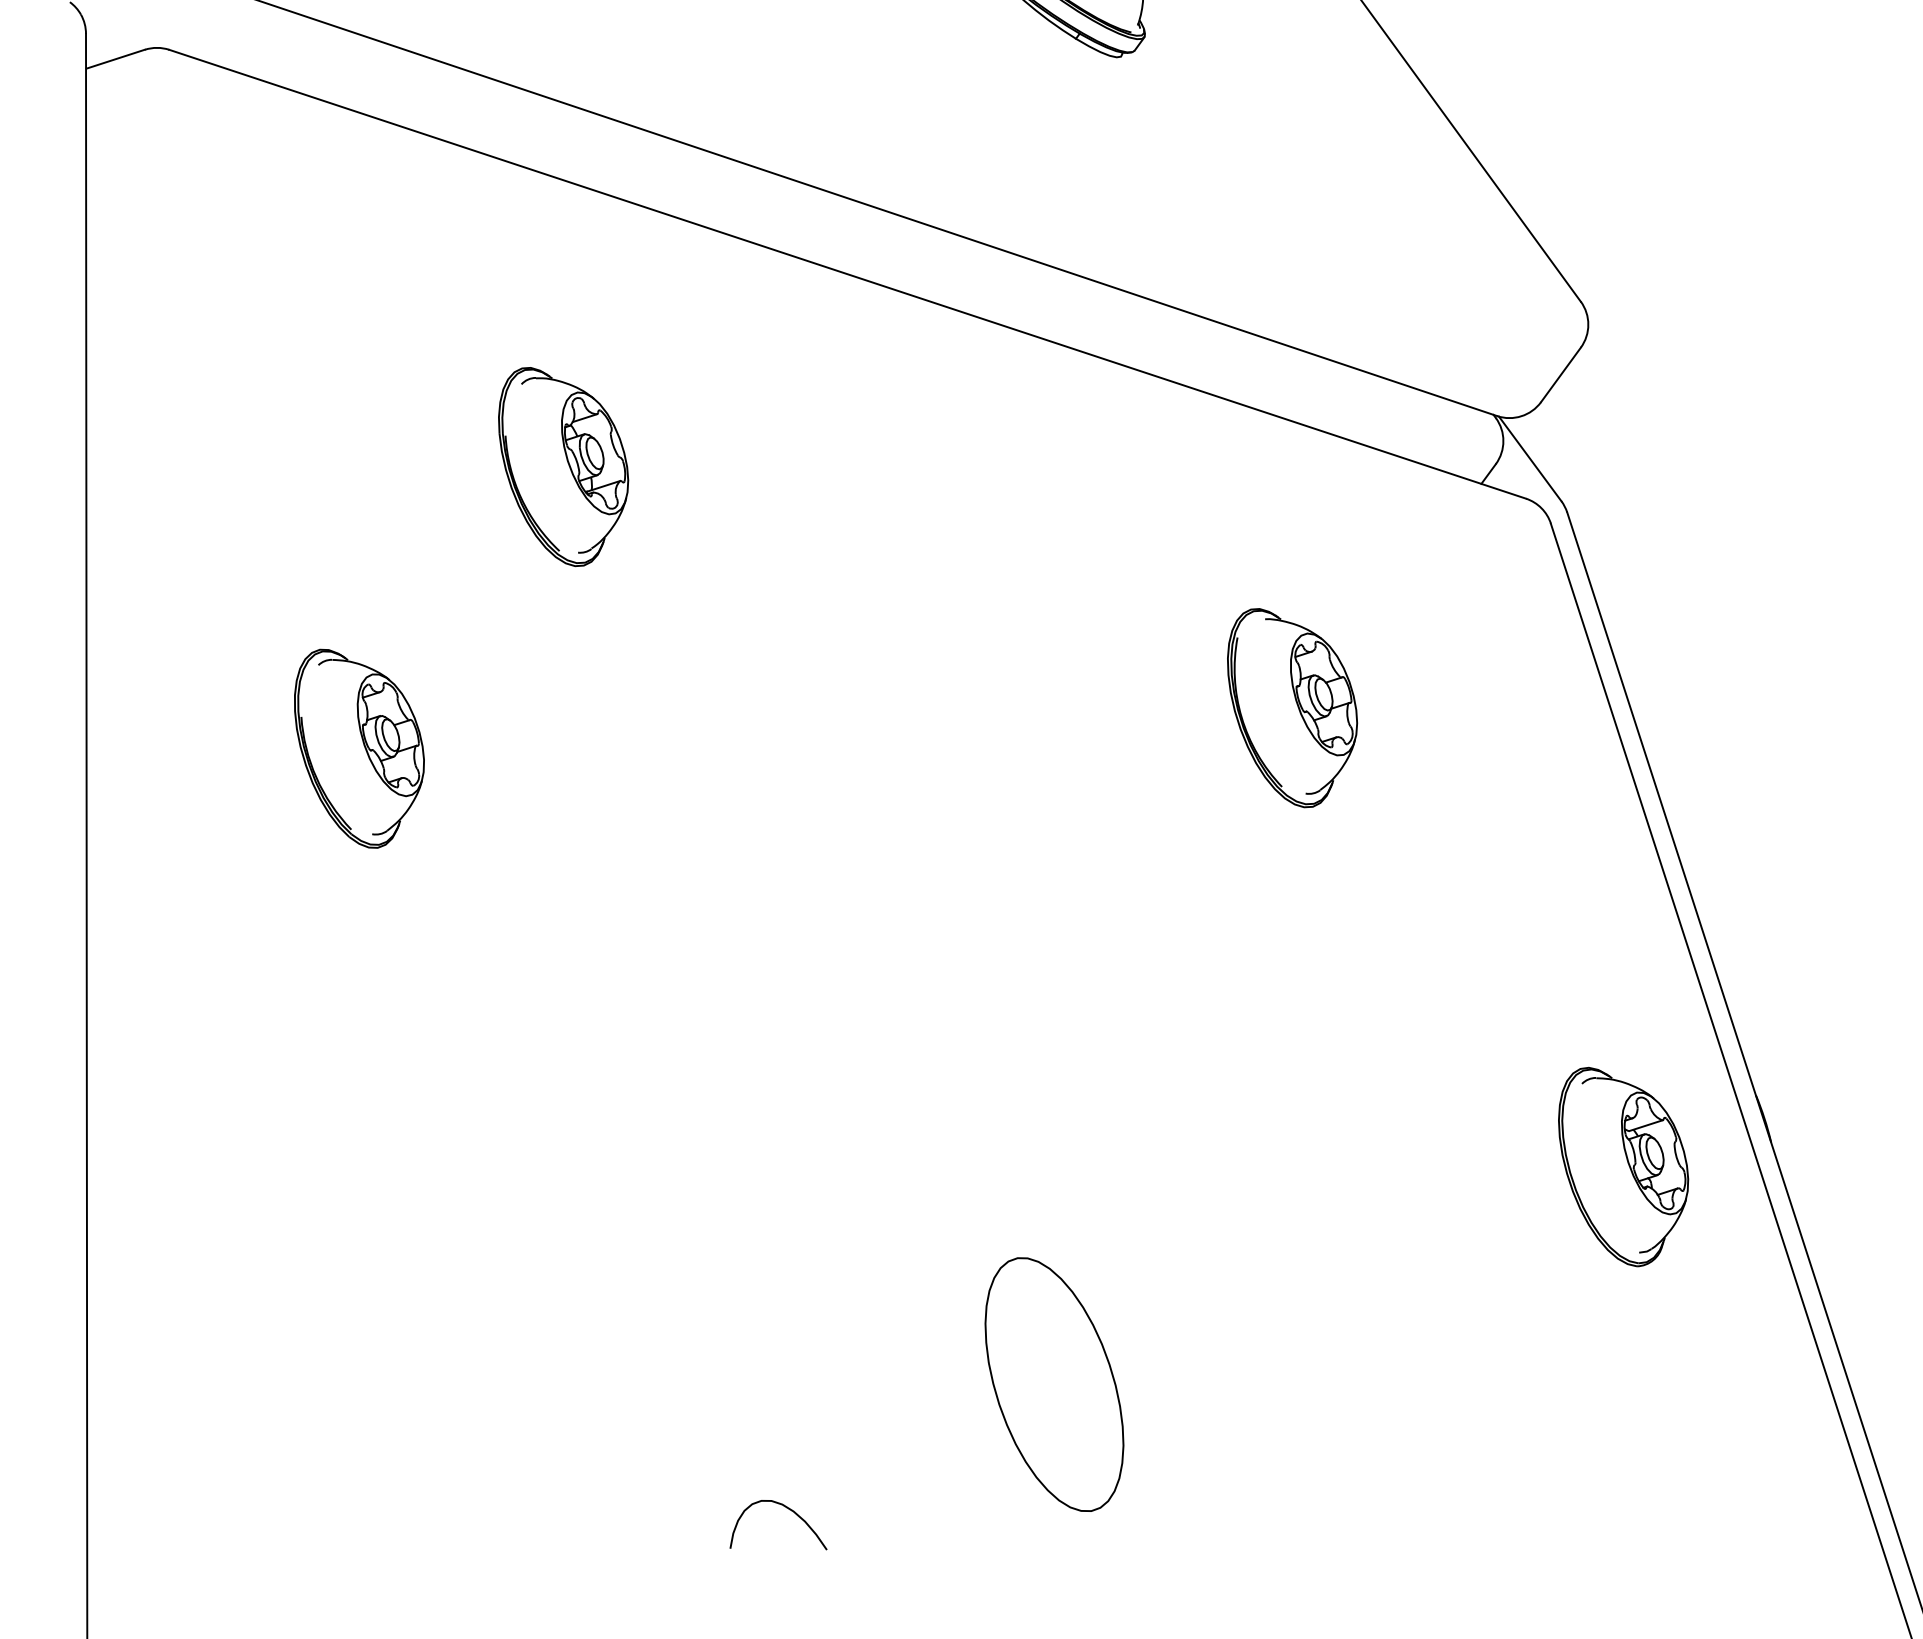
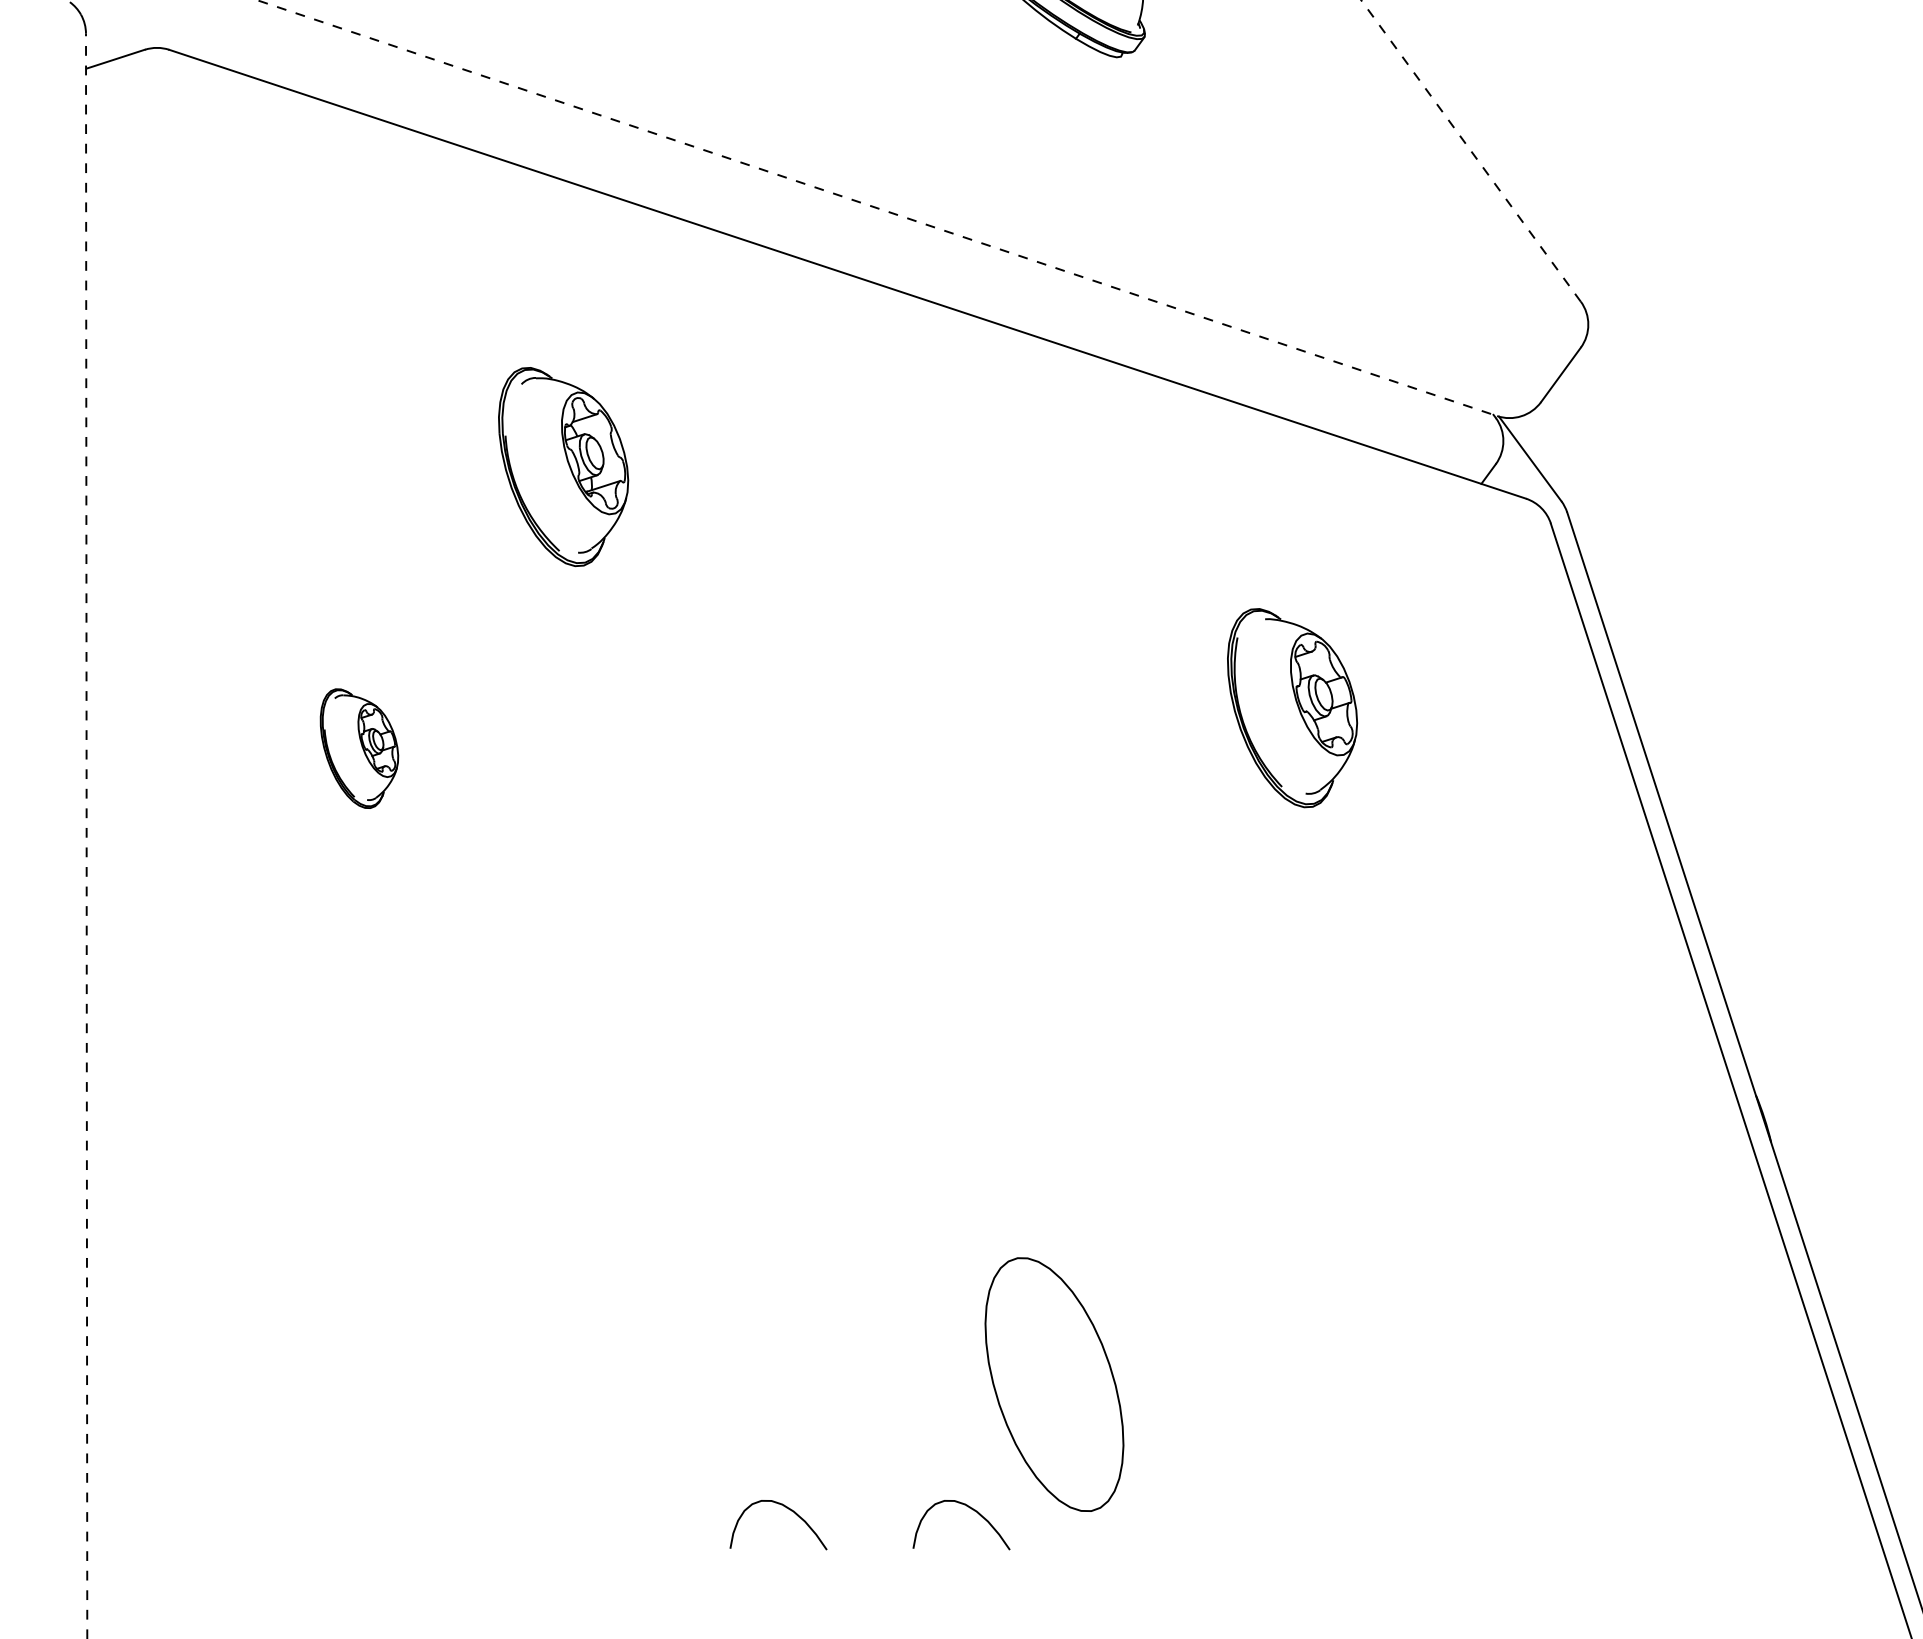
line at (1470, 150): solid -> dashed
line at (877, 208): solid -> dashed
part at (359, 748) size: 131x201 px -> 81x121 px
line at (86, 835): solid -> dashed
part at (1623, 1166): present -> none
curve at (972, 1510): none -> present
